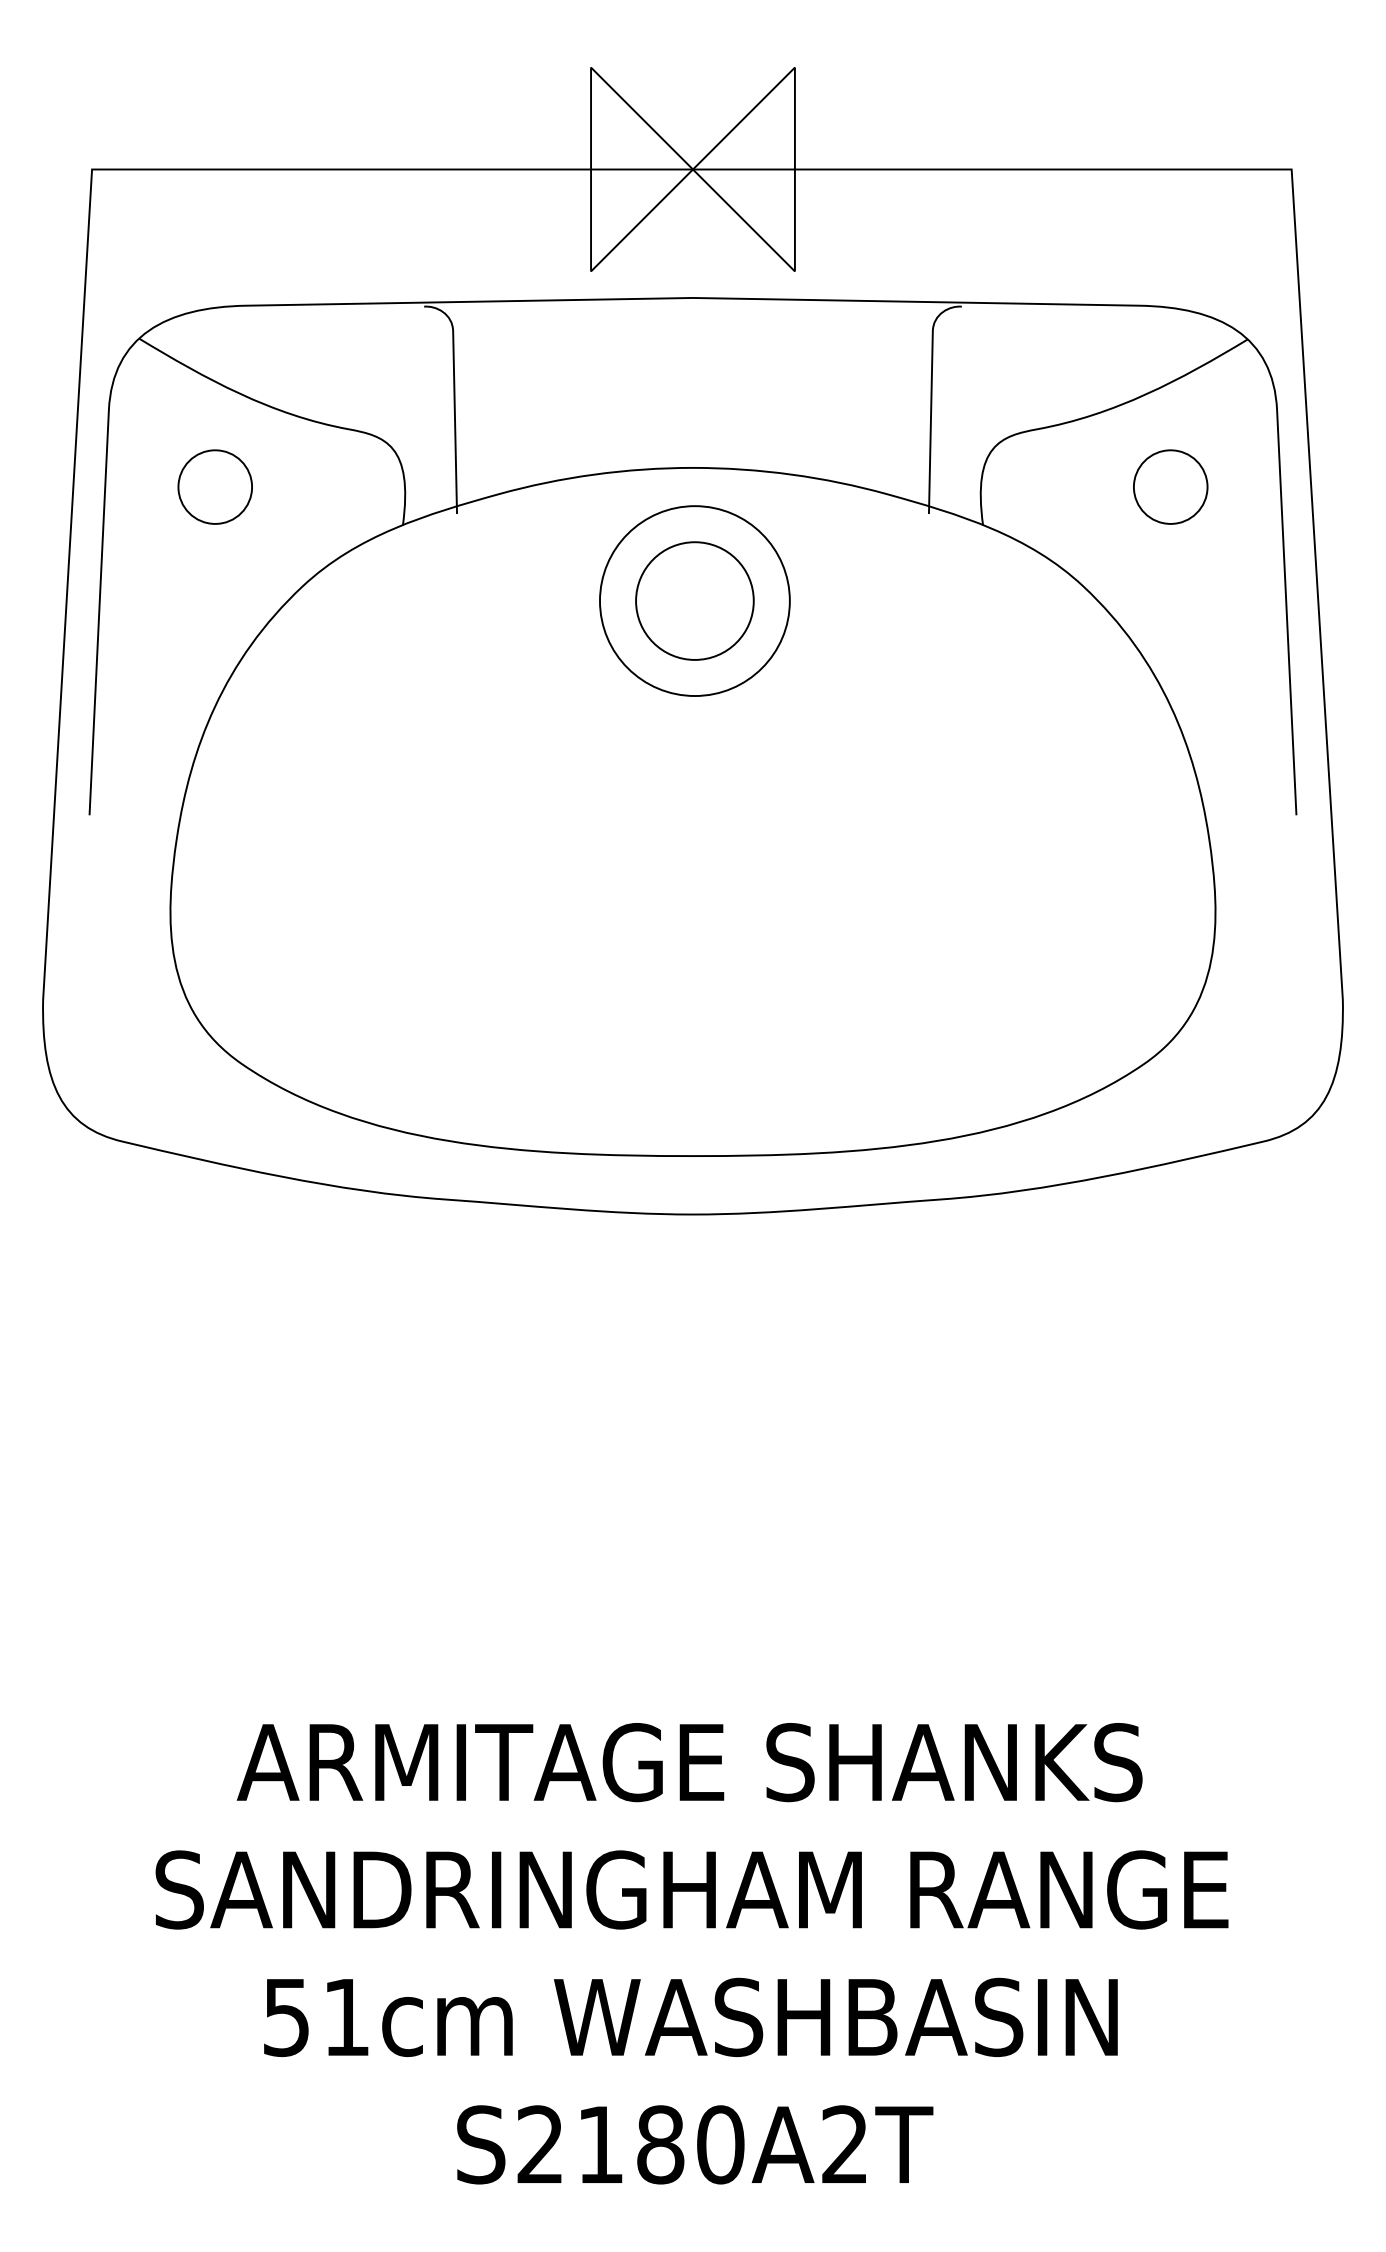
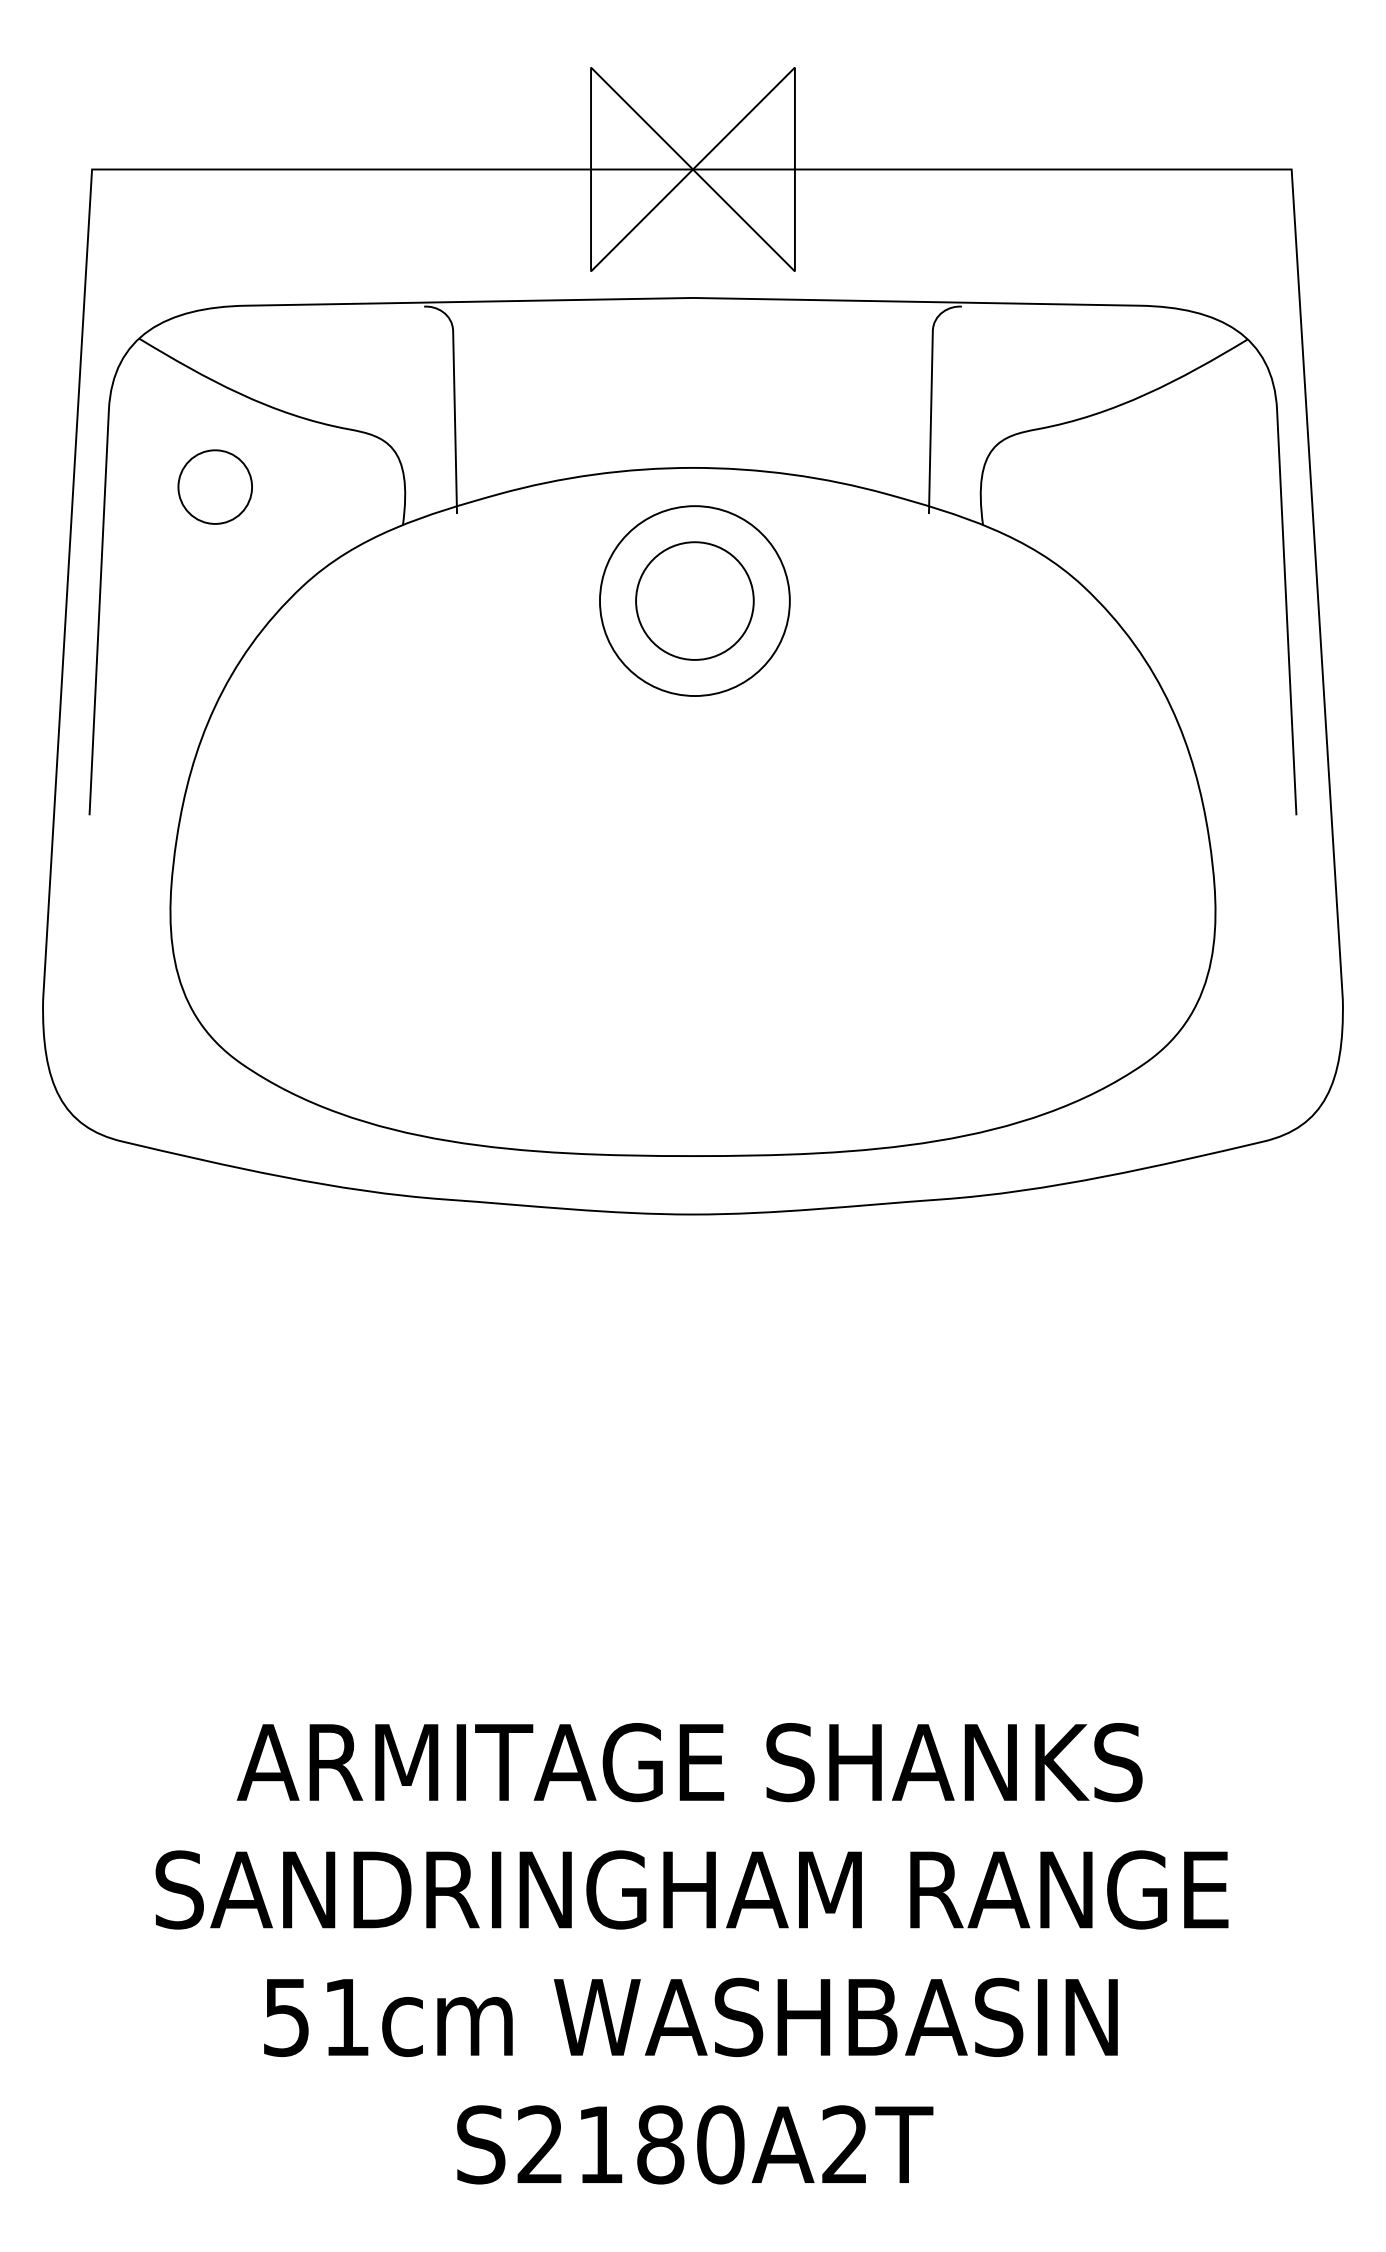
part at (1170, 486): present -> none
